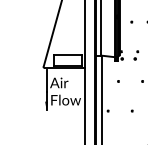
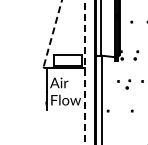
line at (52, 34): solid -> dashed
line at (84, 73): solid -> dashed
part at (128, 84): none -> present
